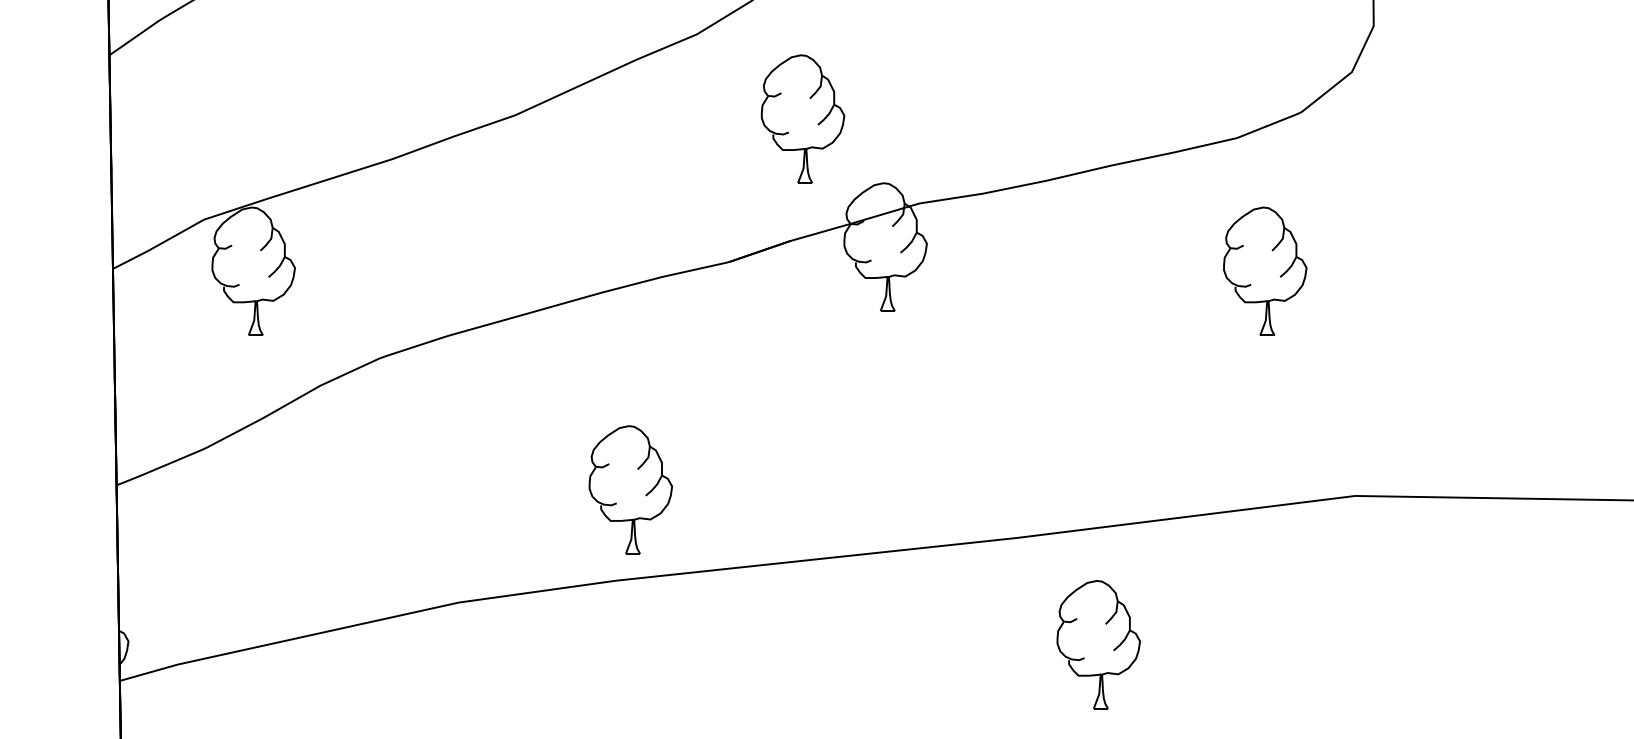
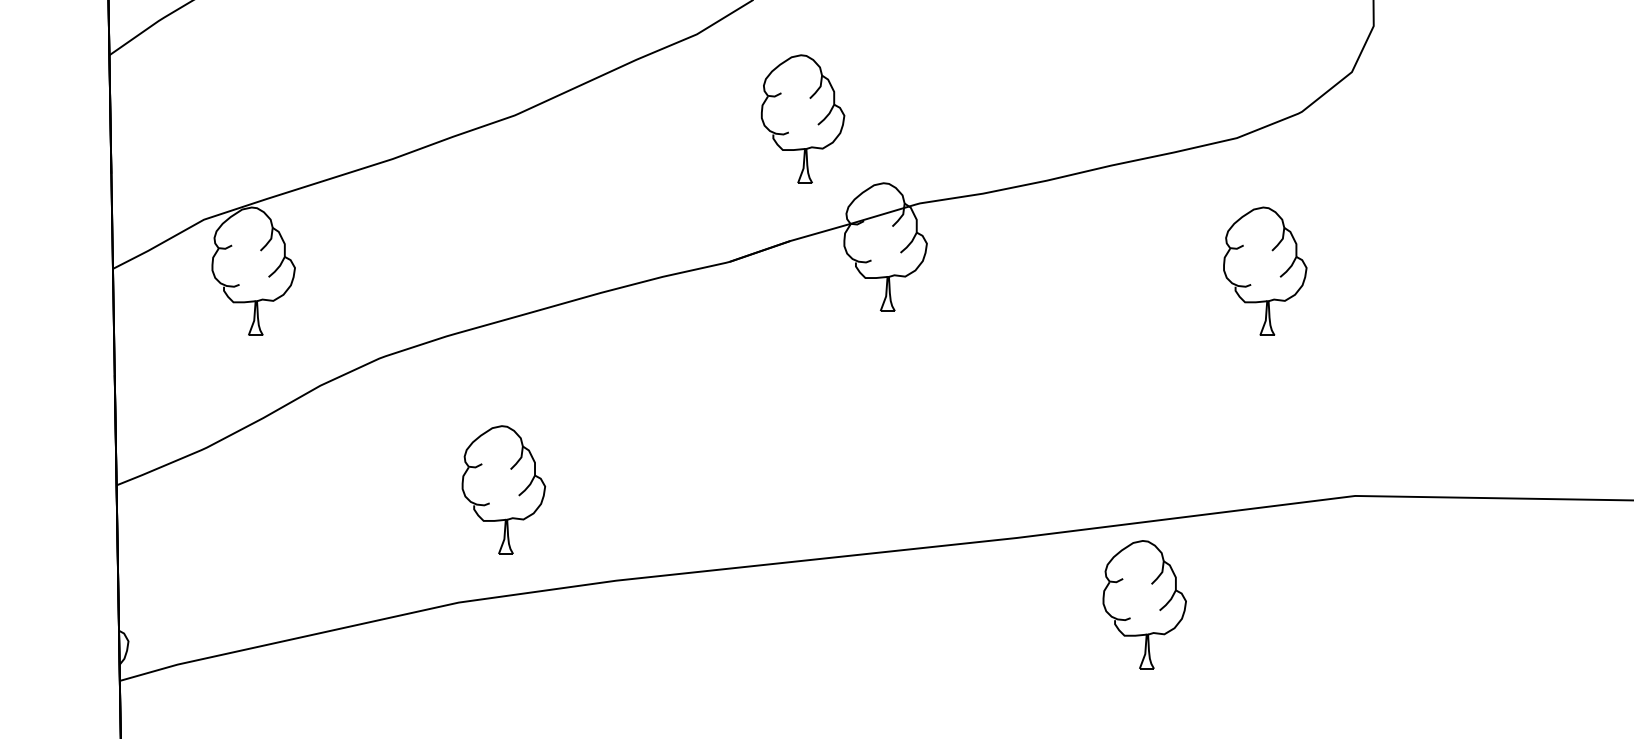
part at (630, 489) position: (630, 489) -> (503, 489)
part at (1098, 644) position: (1098, 644) -> (1144, 604)
